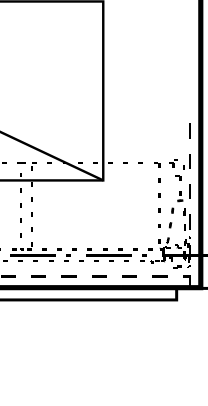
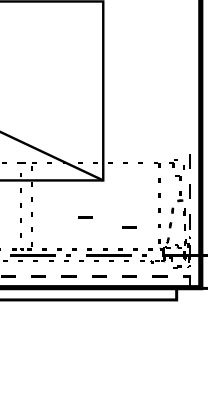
line at (189, 130): present -> none
line at (85, 217): none -> present
line at (129, 227): none -> present
